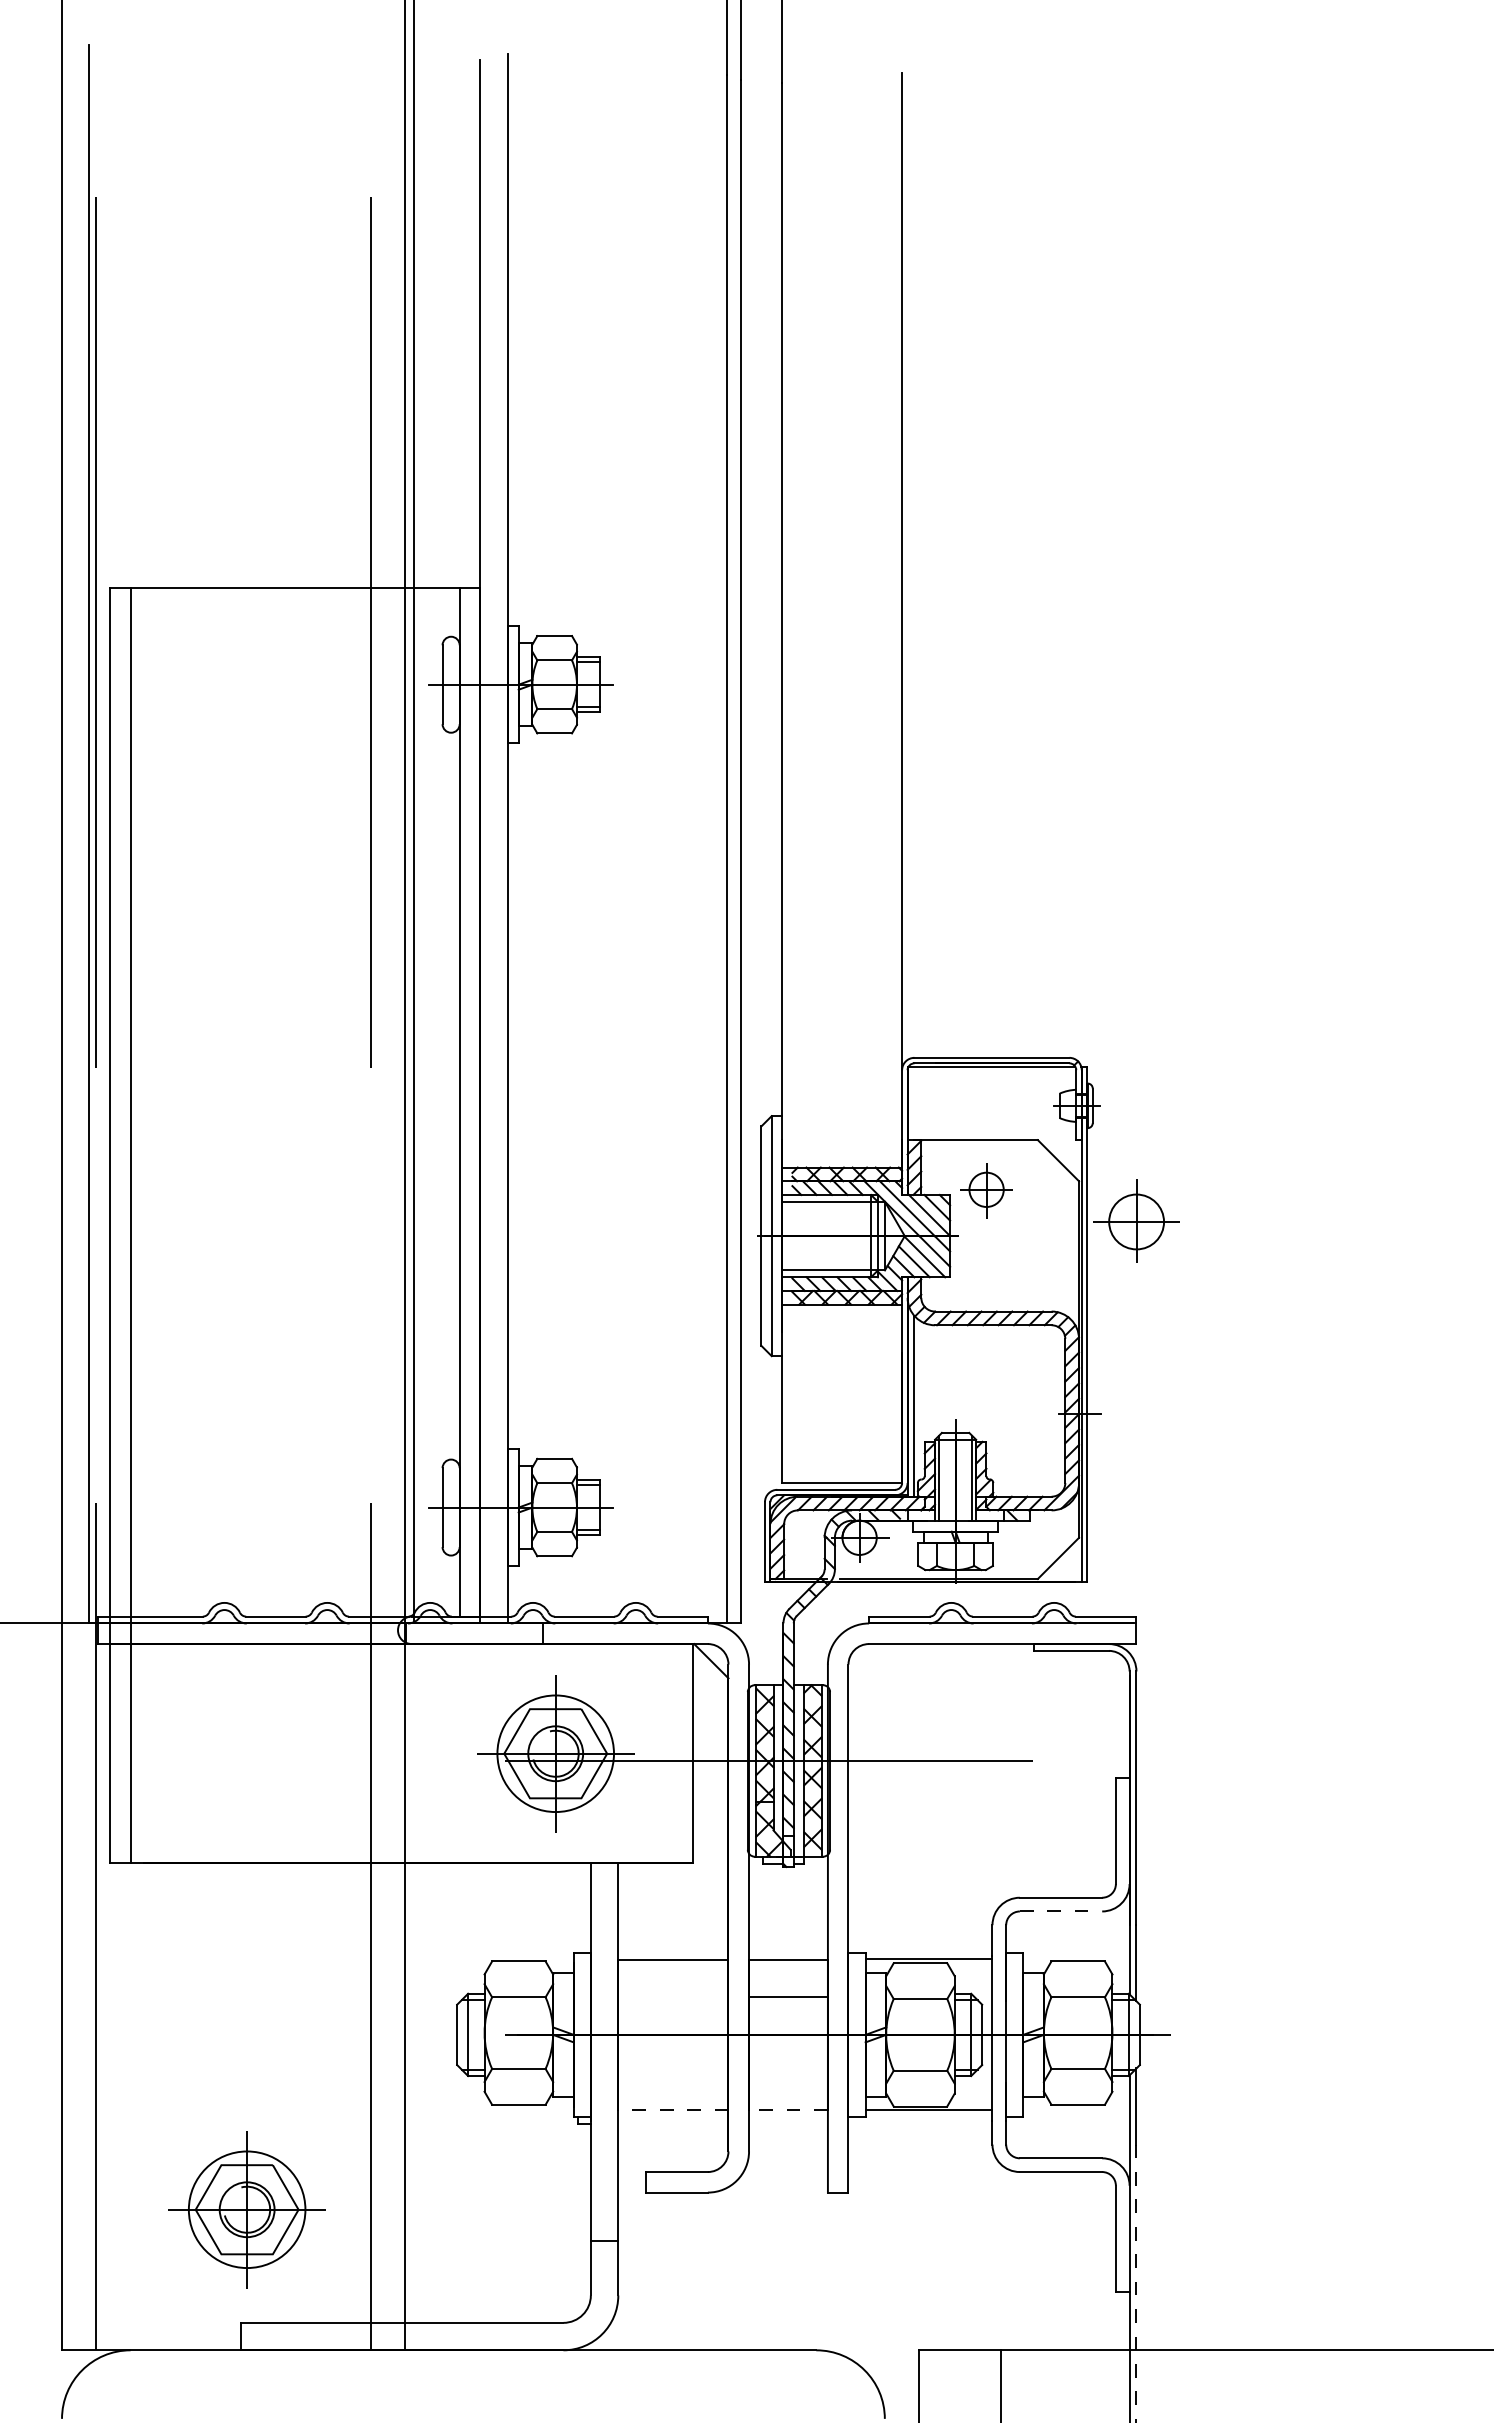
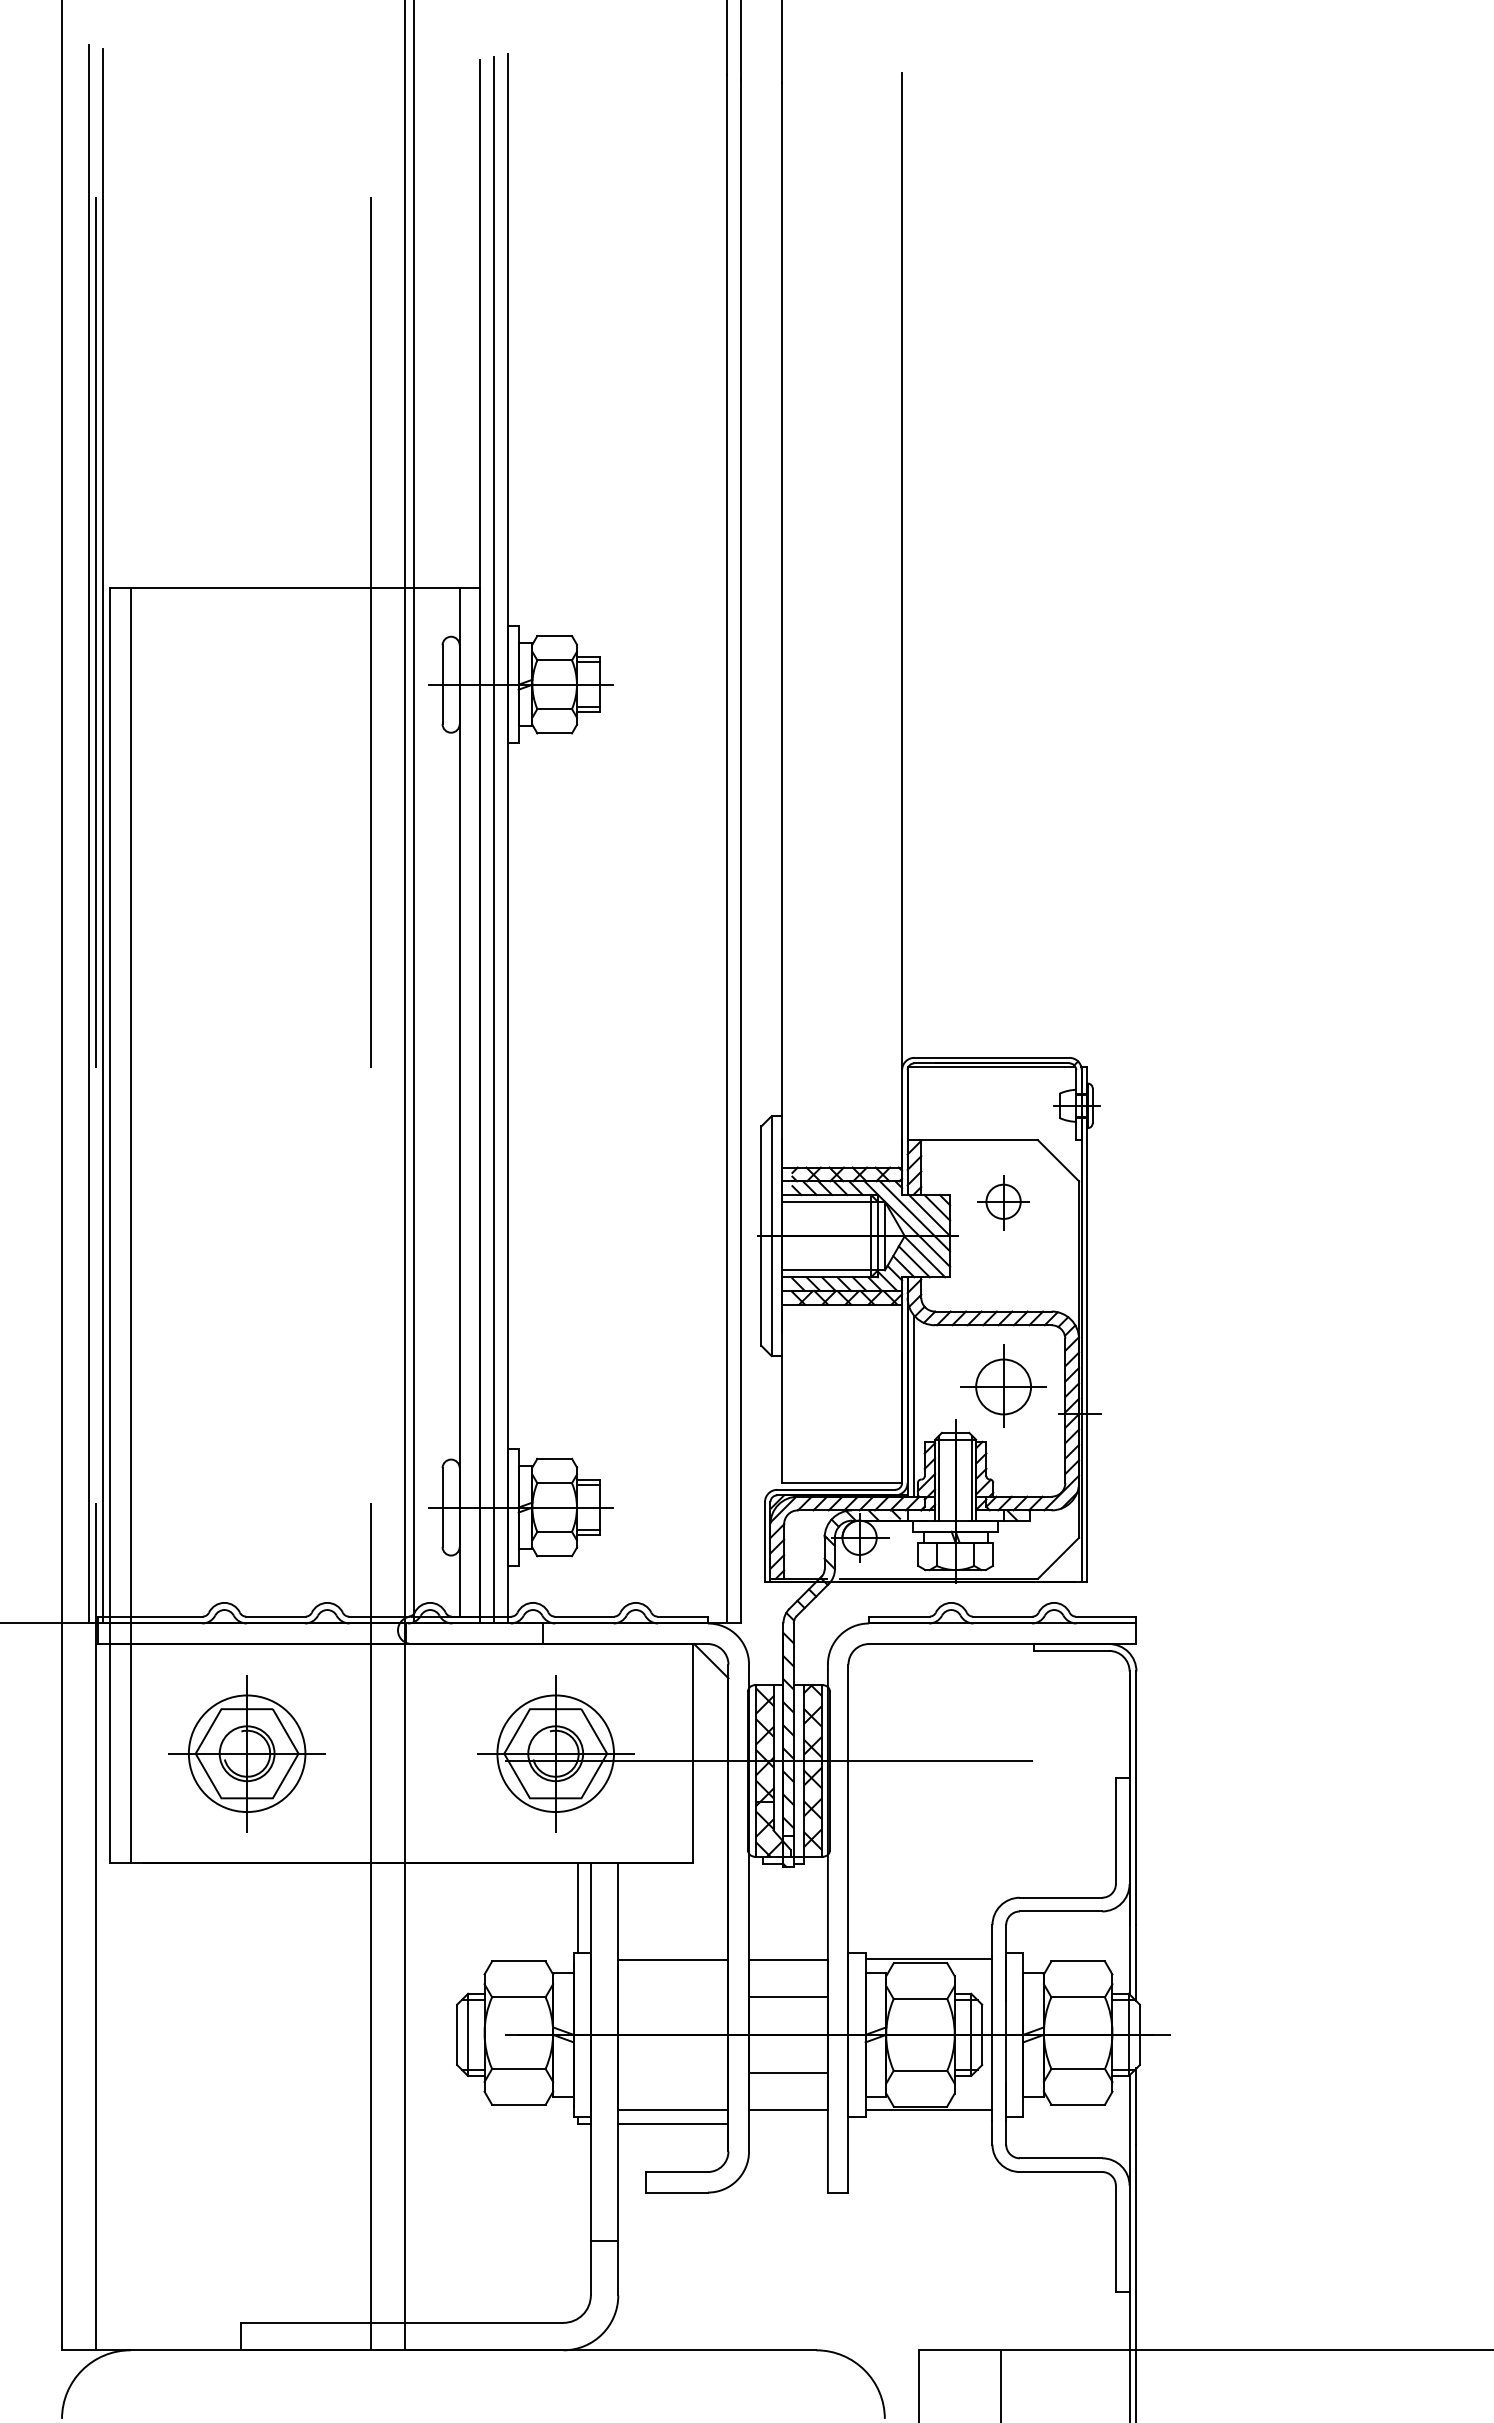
line at (103, 835): none -> present
line at (494, 839): none -> present
part at (986, 1190) position: (986, 1190) -> (1003, 1202)
part at (1136, 1220) position: (1136, 1220) -> (1003, 1385)
line at (577, 1907): none -> present
line at (1061, 1911): dashed -> solid
line at (788, 2072): none -> present
line at (672, 2110): dashed -> solid
line at (787, 2110): dashed -> solid
line at (673, 2124): none -> present
part at (246, 2209) position: (246, 2209) -> (246, 1753)
line at (1136, 2283): dashed -> solid
